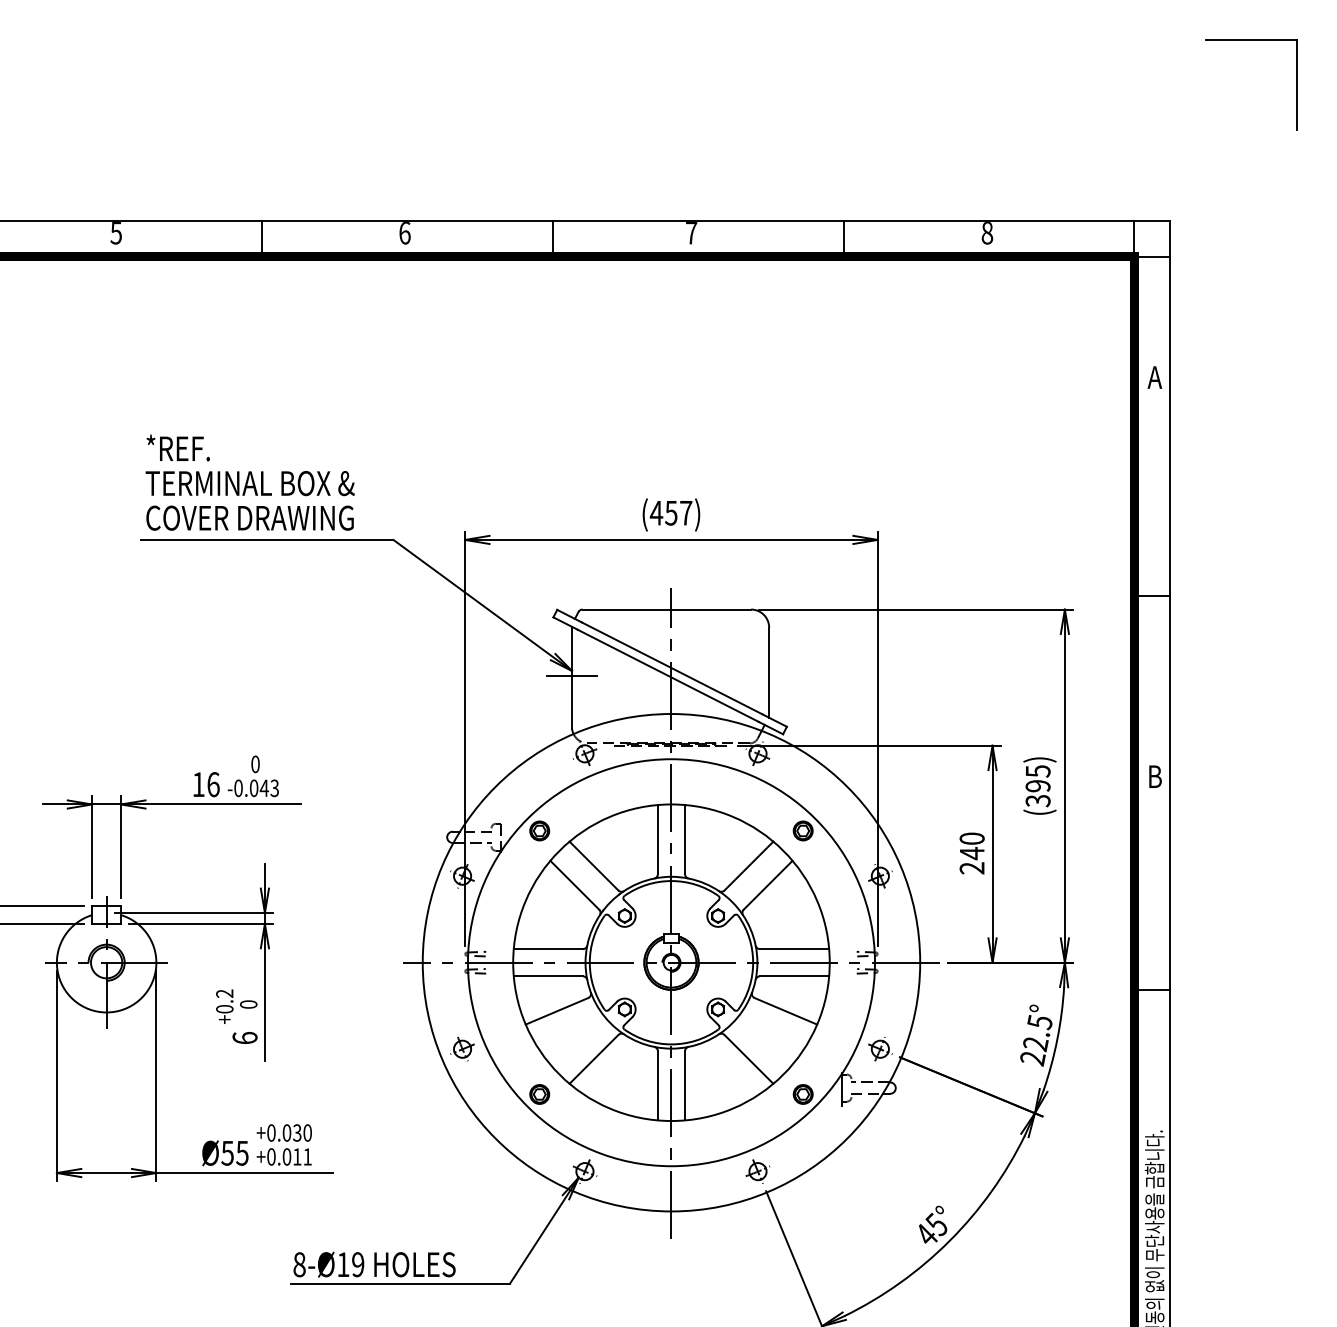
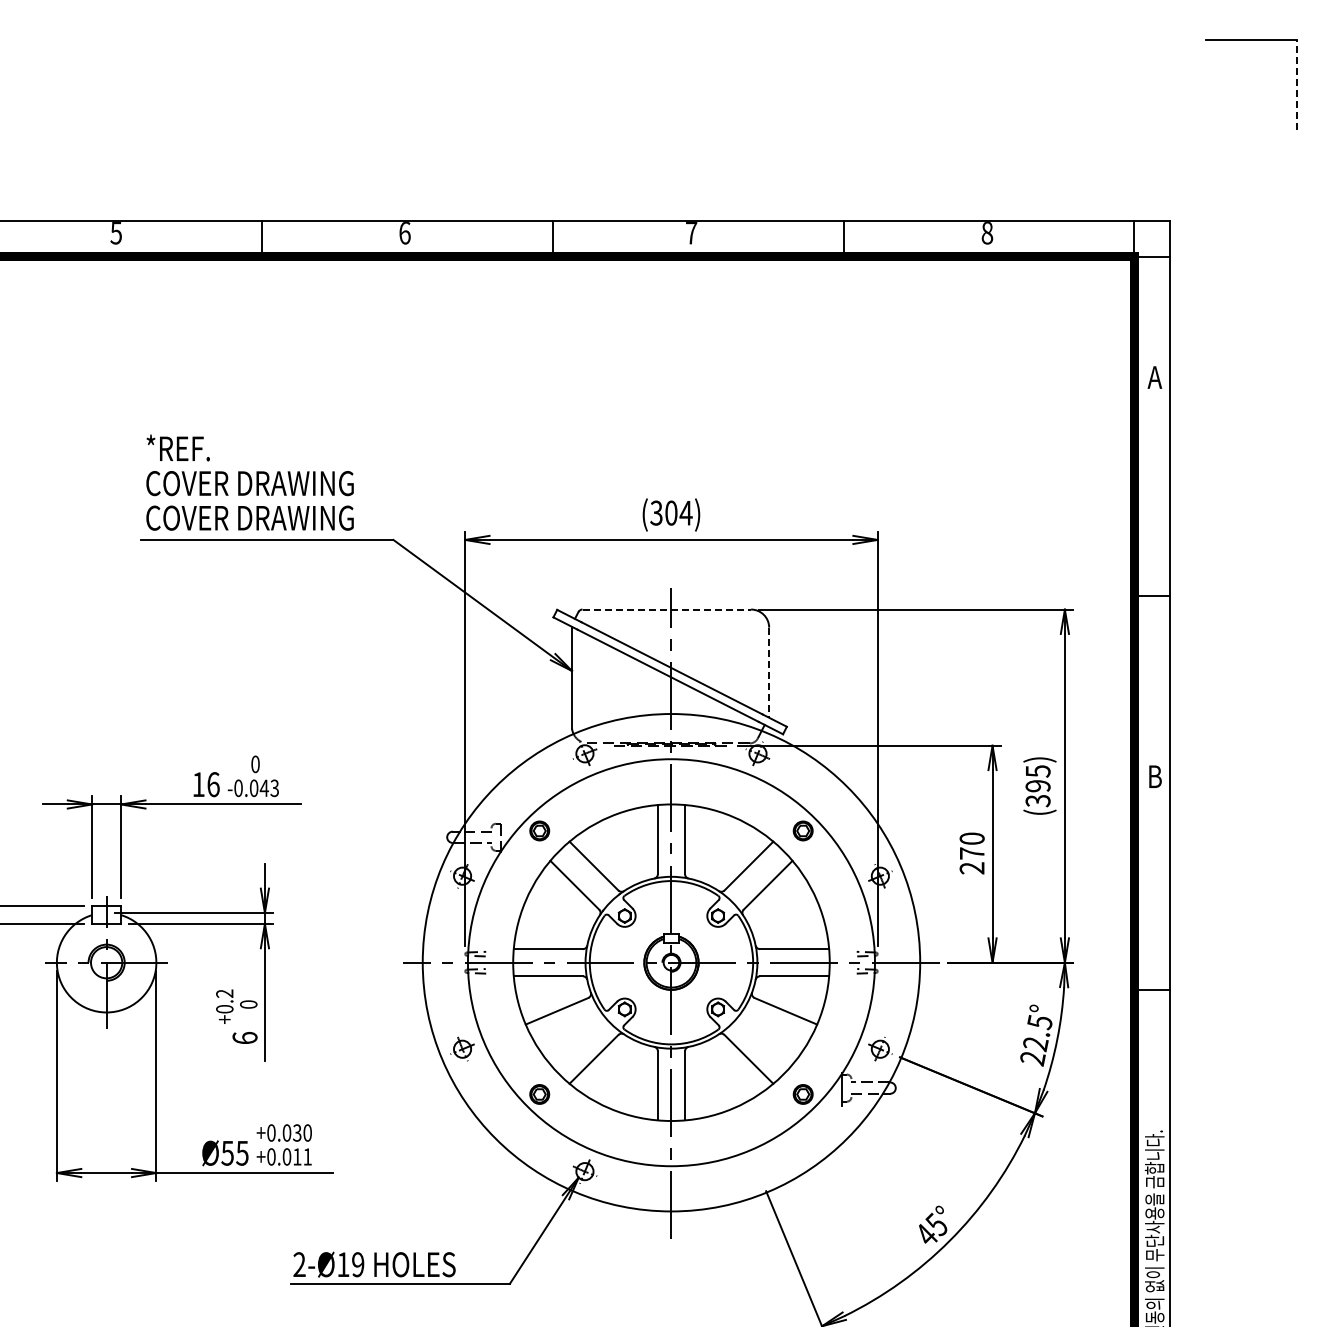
line at (1296, 84): solid -> dashed
text at (249, 483): TERMINAL BOX & -> COVER DRAWING
text at (670, 512): (457) -> (304)
line at (667, 609): solid -> dashed
line at (769, 673): solid -> dashed
line at (572, 675): present -> none
text at (972, 853): 240 -> 270
part at (757, 1171): present -> none
text at (299, 1264): 8-Ø19 -> 2-Ø19
